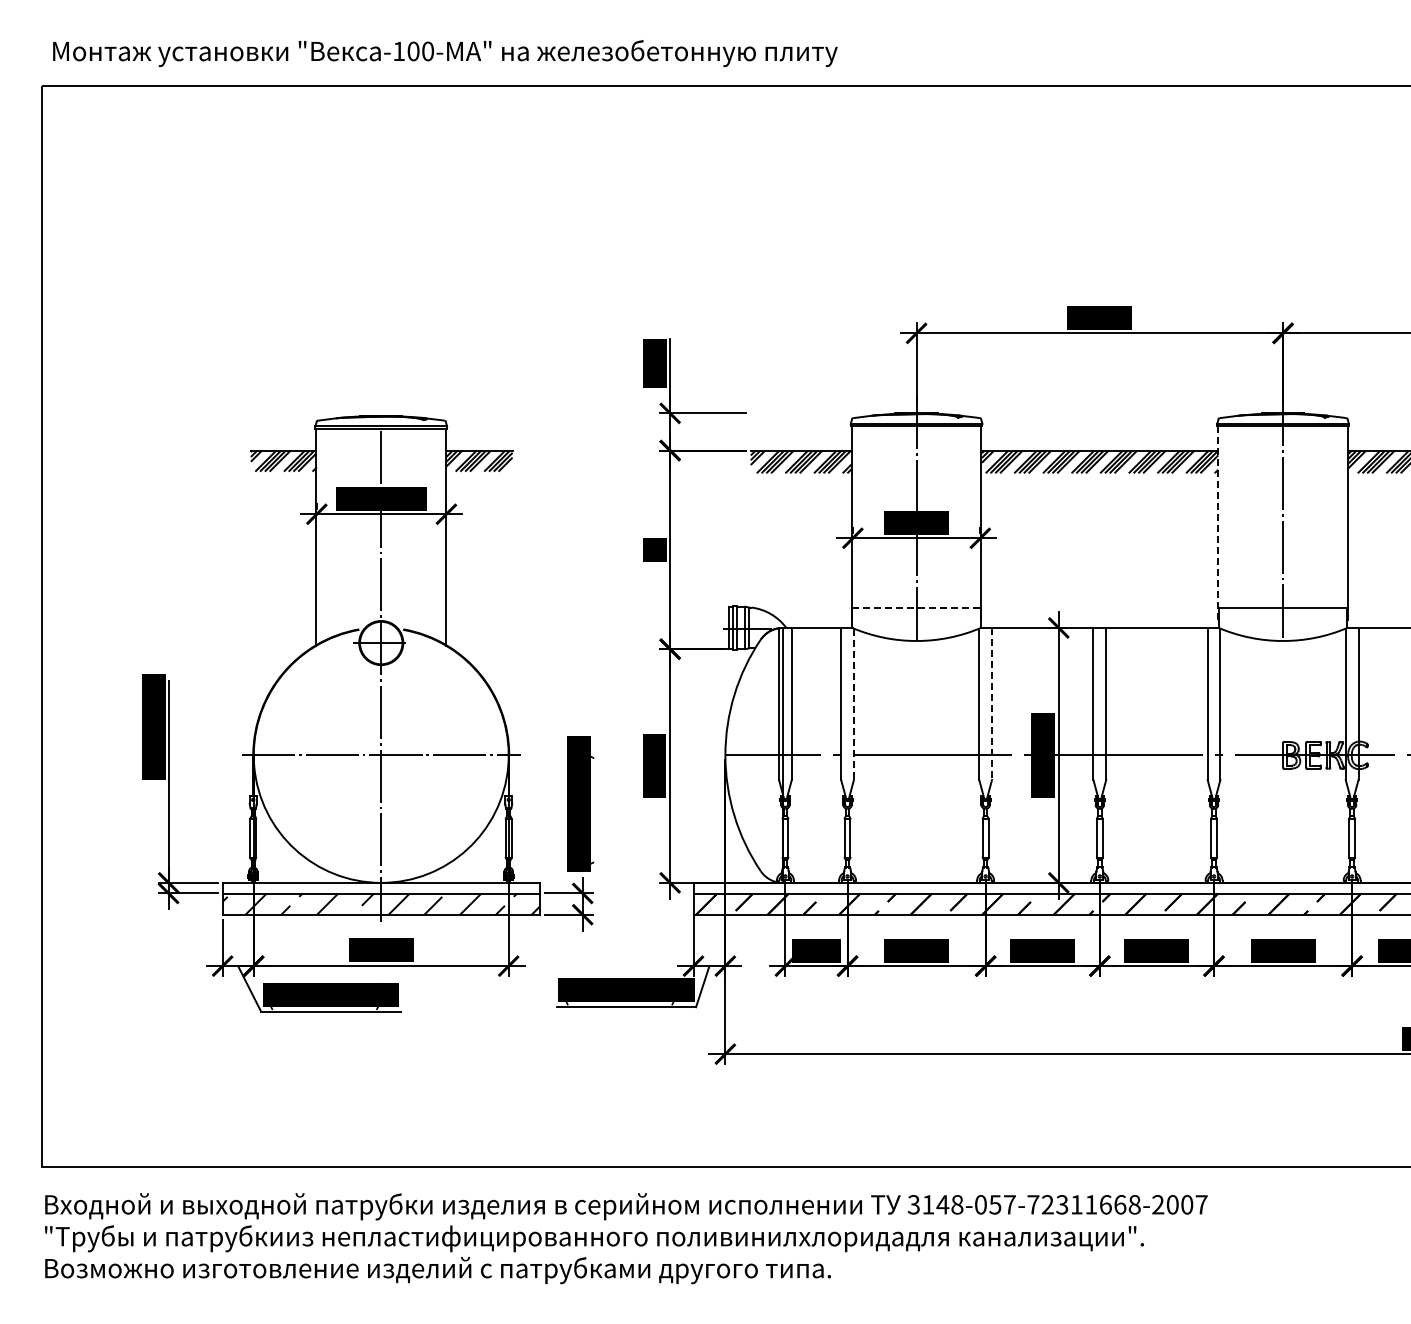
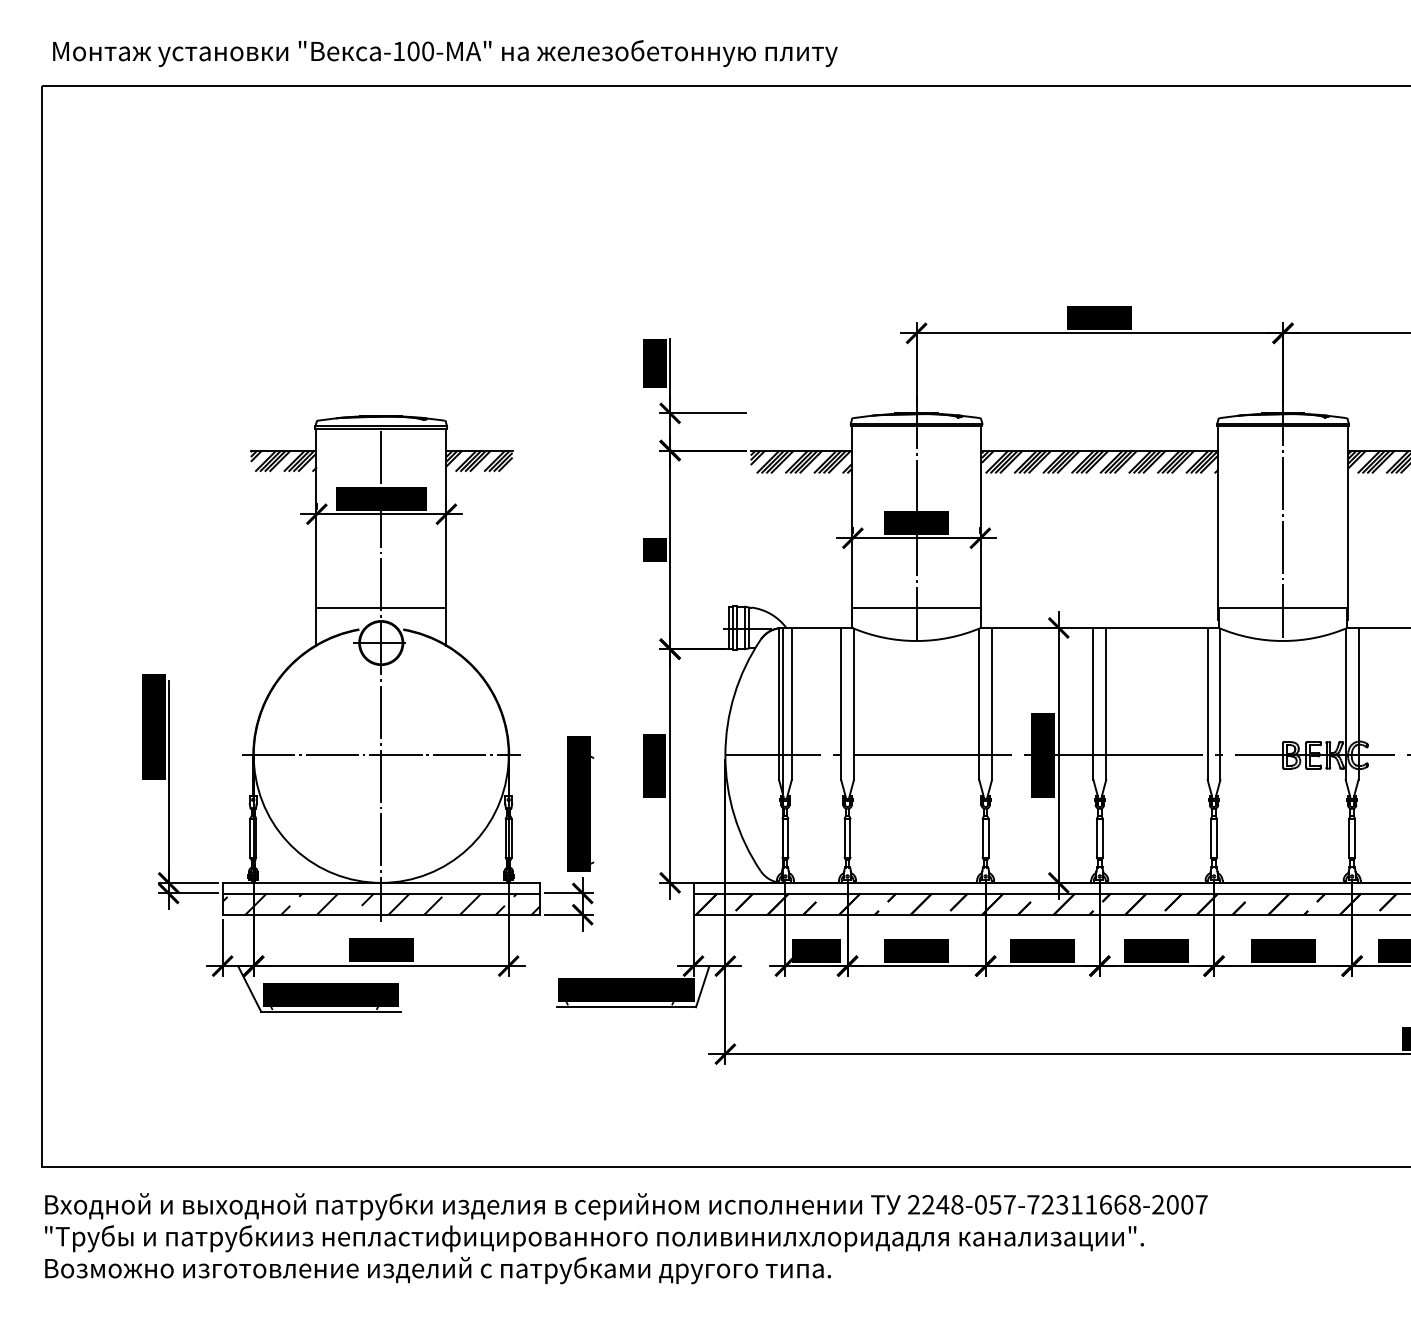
line at (1218, 522): dashed -> solid
line at (381, 608): none -> present
line at (916, 608): dashed -> solid
line at (853, 704): dashed -> solid
line at (992, 704): dashed -> solid
text at (920, 1204): 3148-057-72311668-2007 -> 2248-057-72311668-2007
